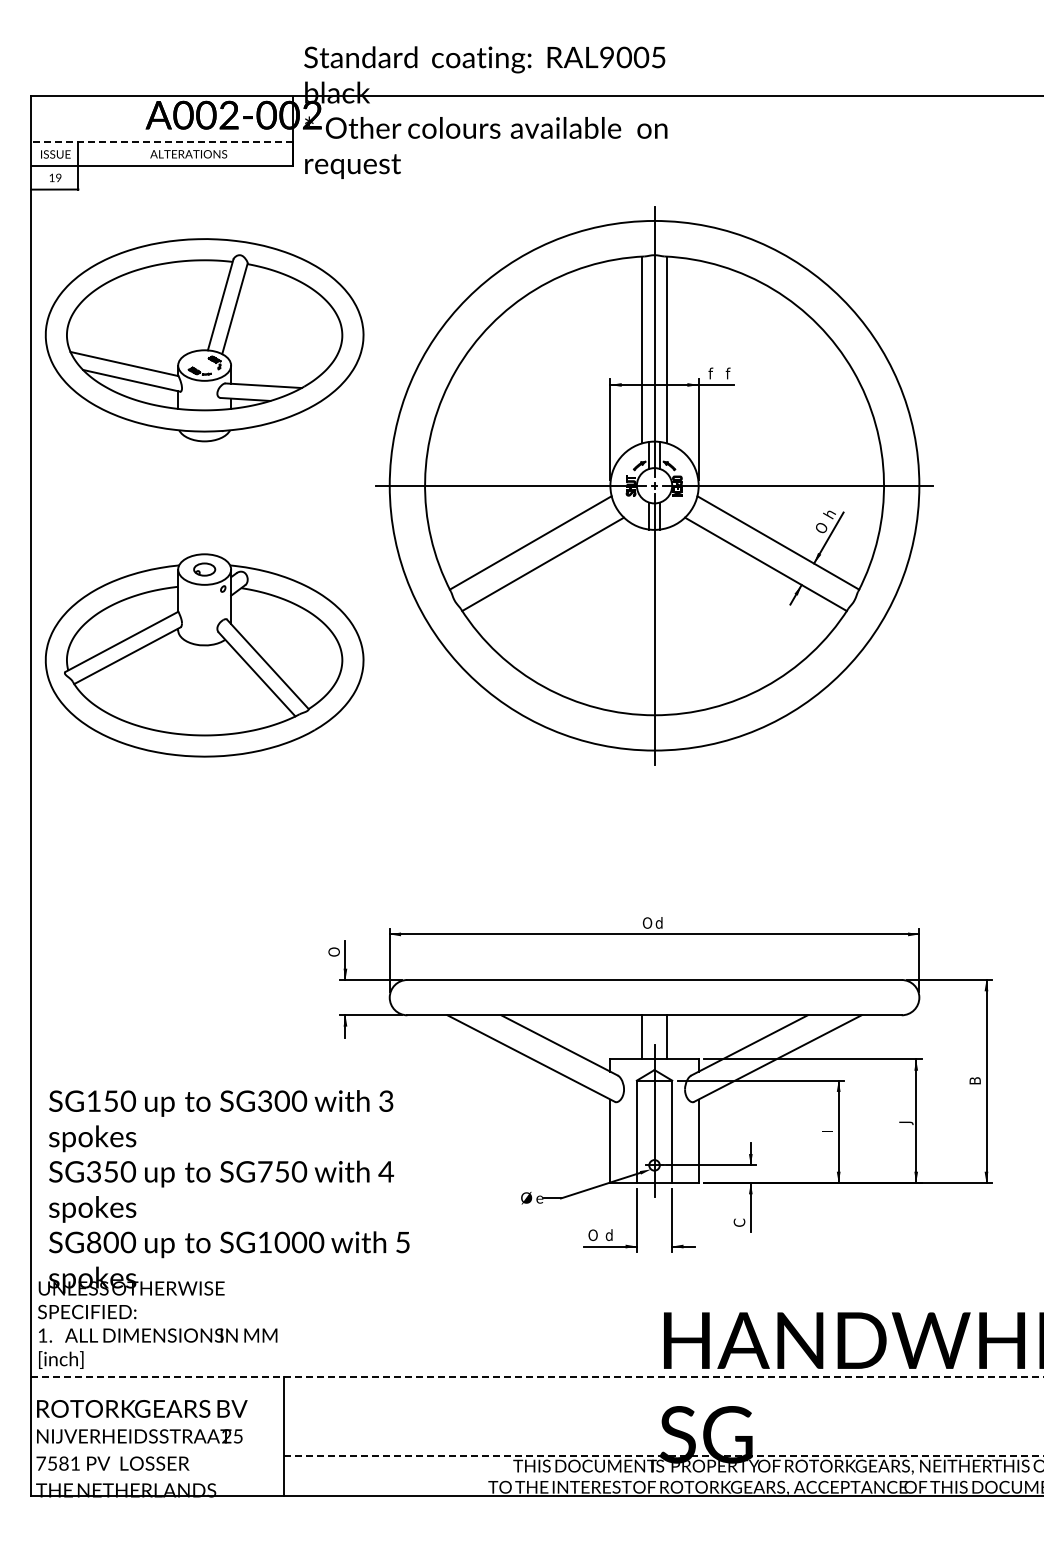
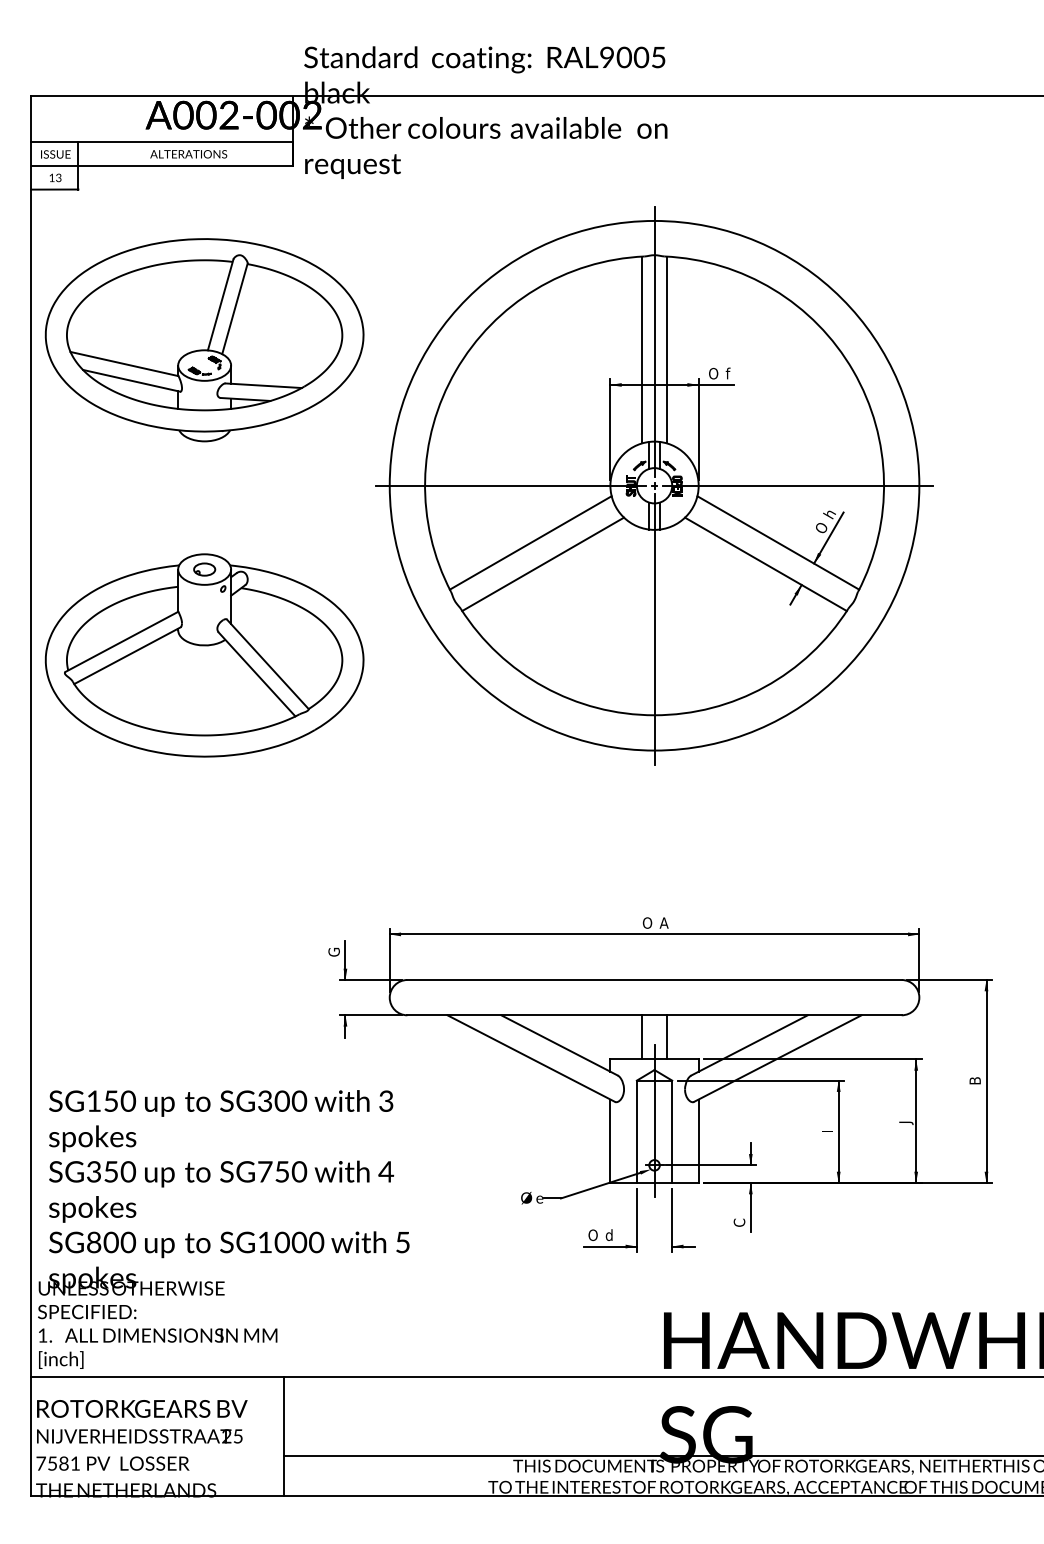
line at (162, 142): dashed -> solid
text at (58, 178): 19 -> 13
text at (713, 373): f -> O
text at (661, 922): d -> A
text at (333, 949): O -> G
line at (538, 1377): dashed -> solid
line at (664, 1455): dashed -> solid
